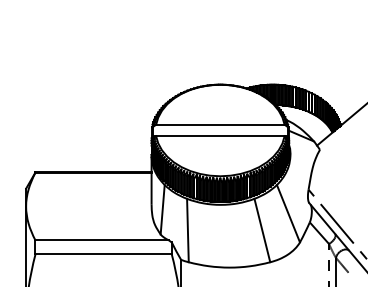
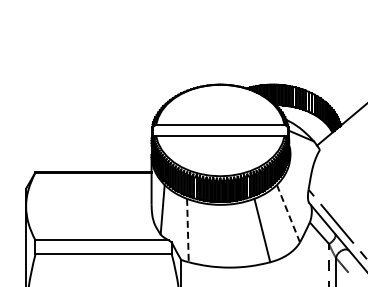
line at (288, 213): solid -> dashed
line at (187, 230): solid -> dashed
